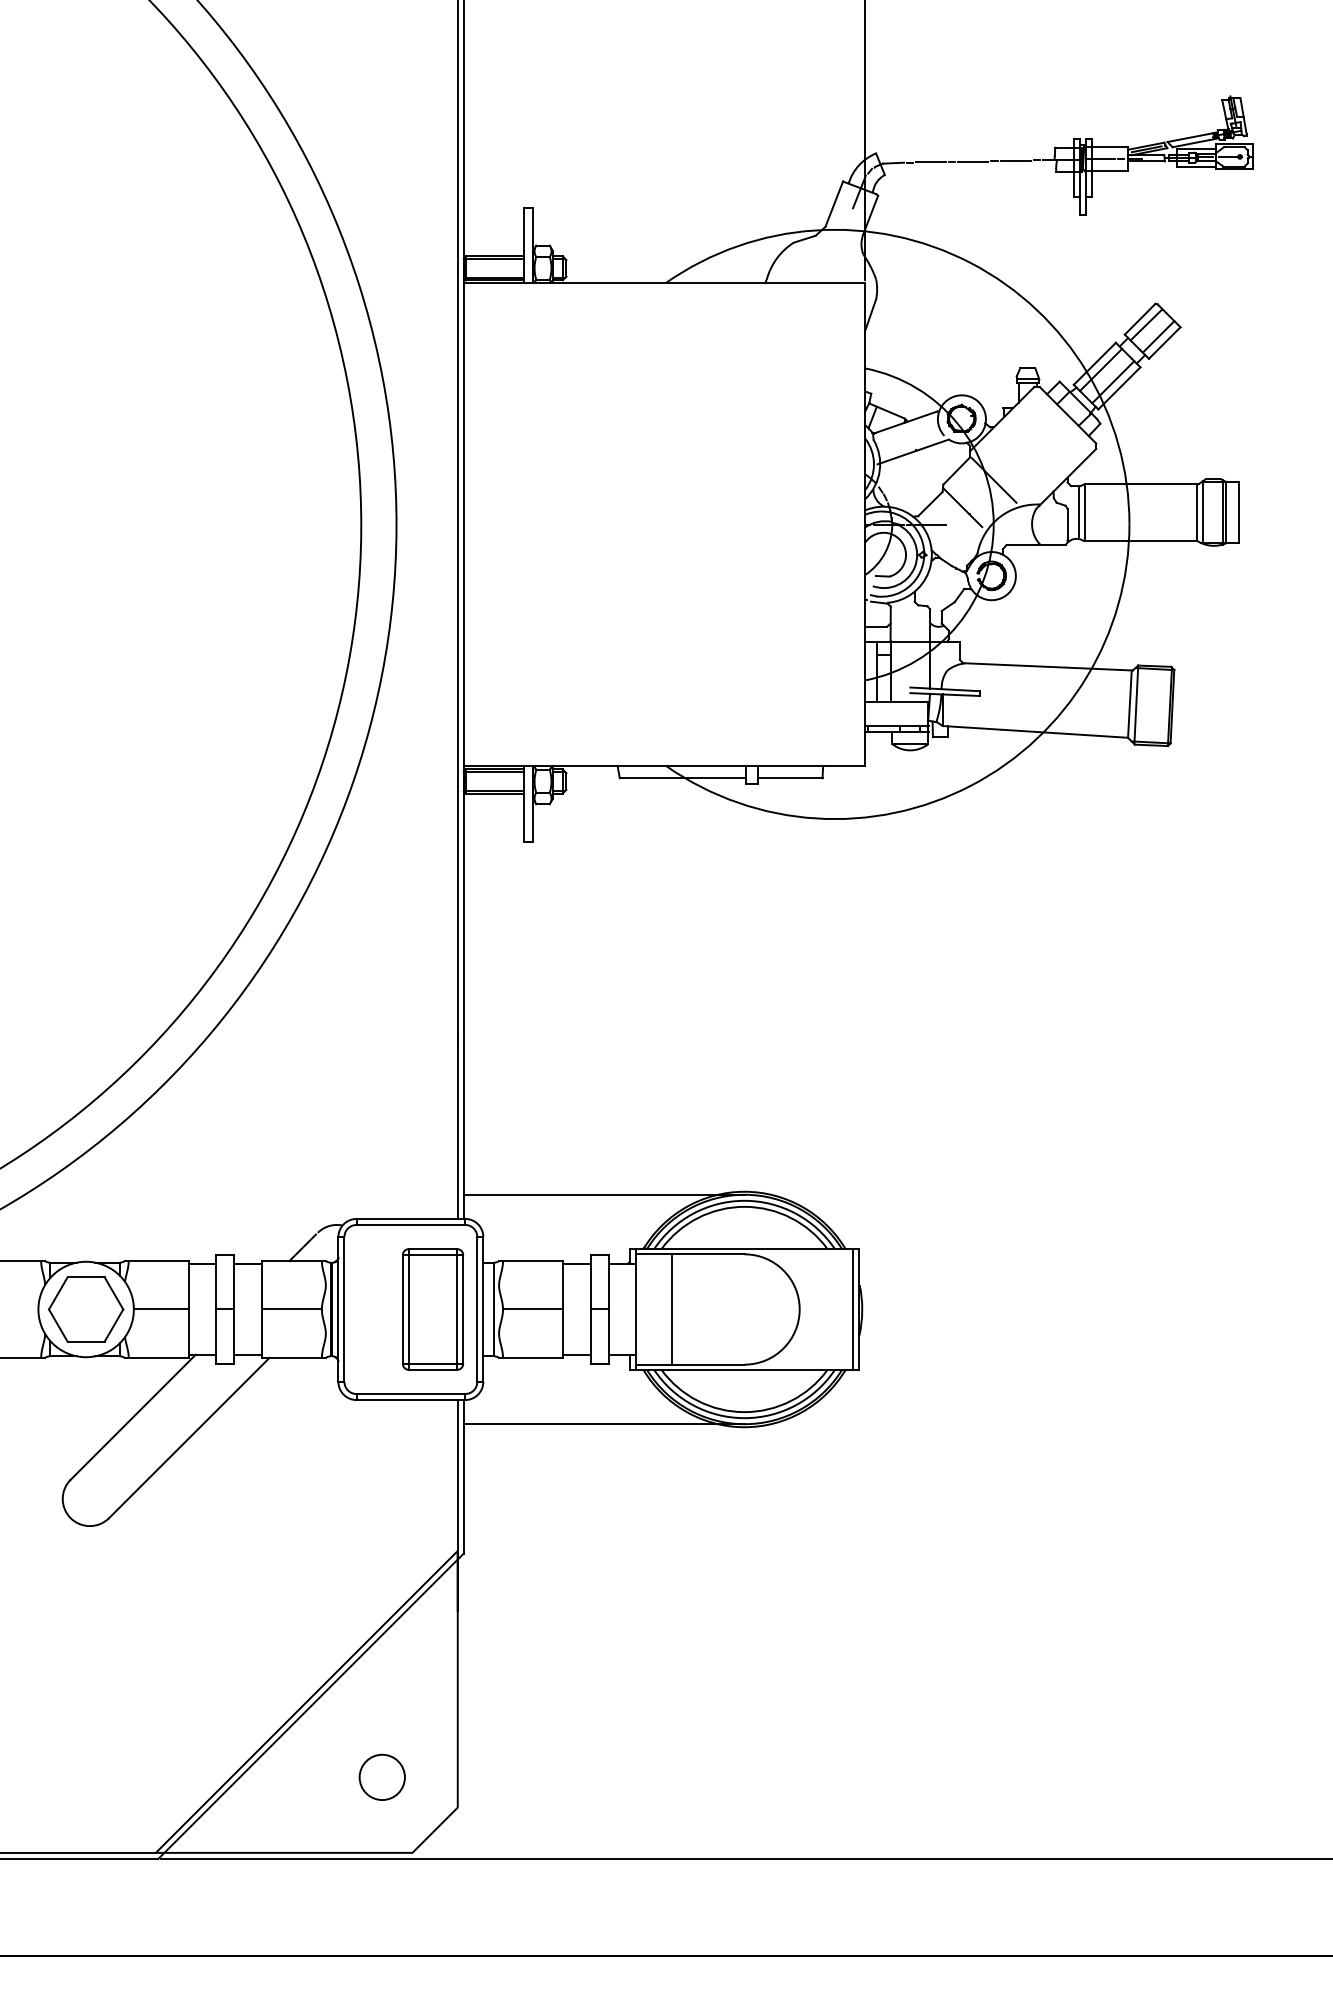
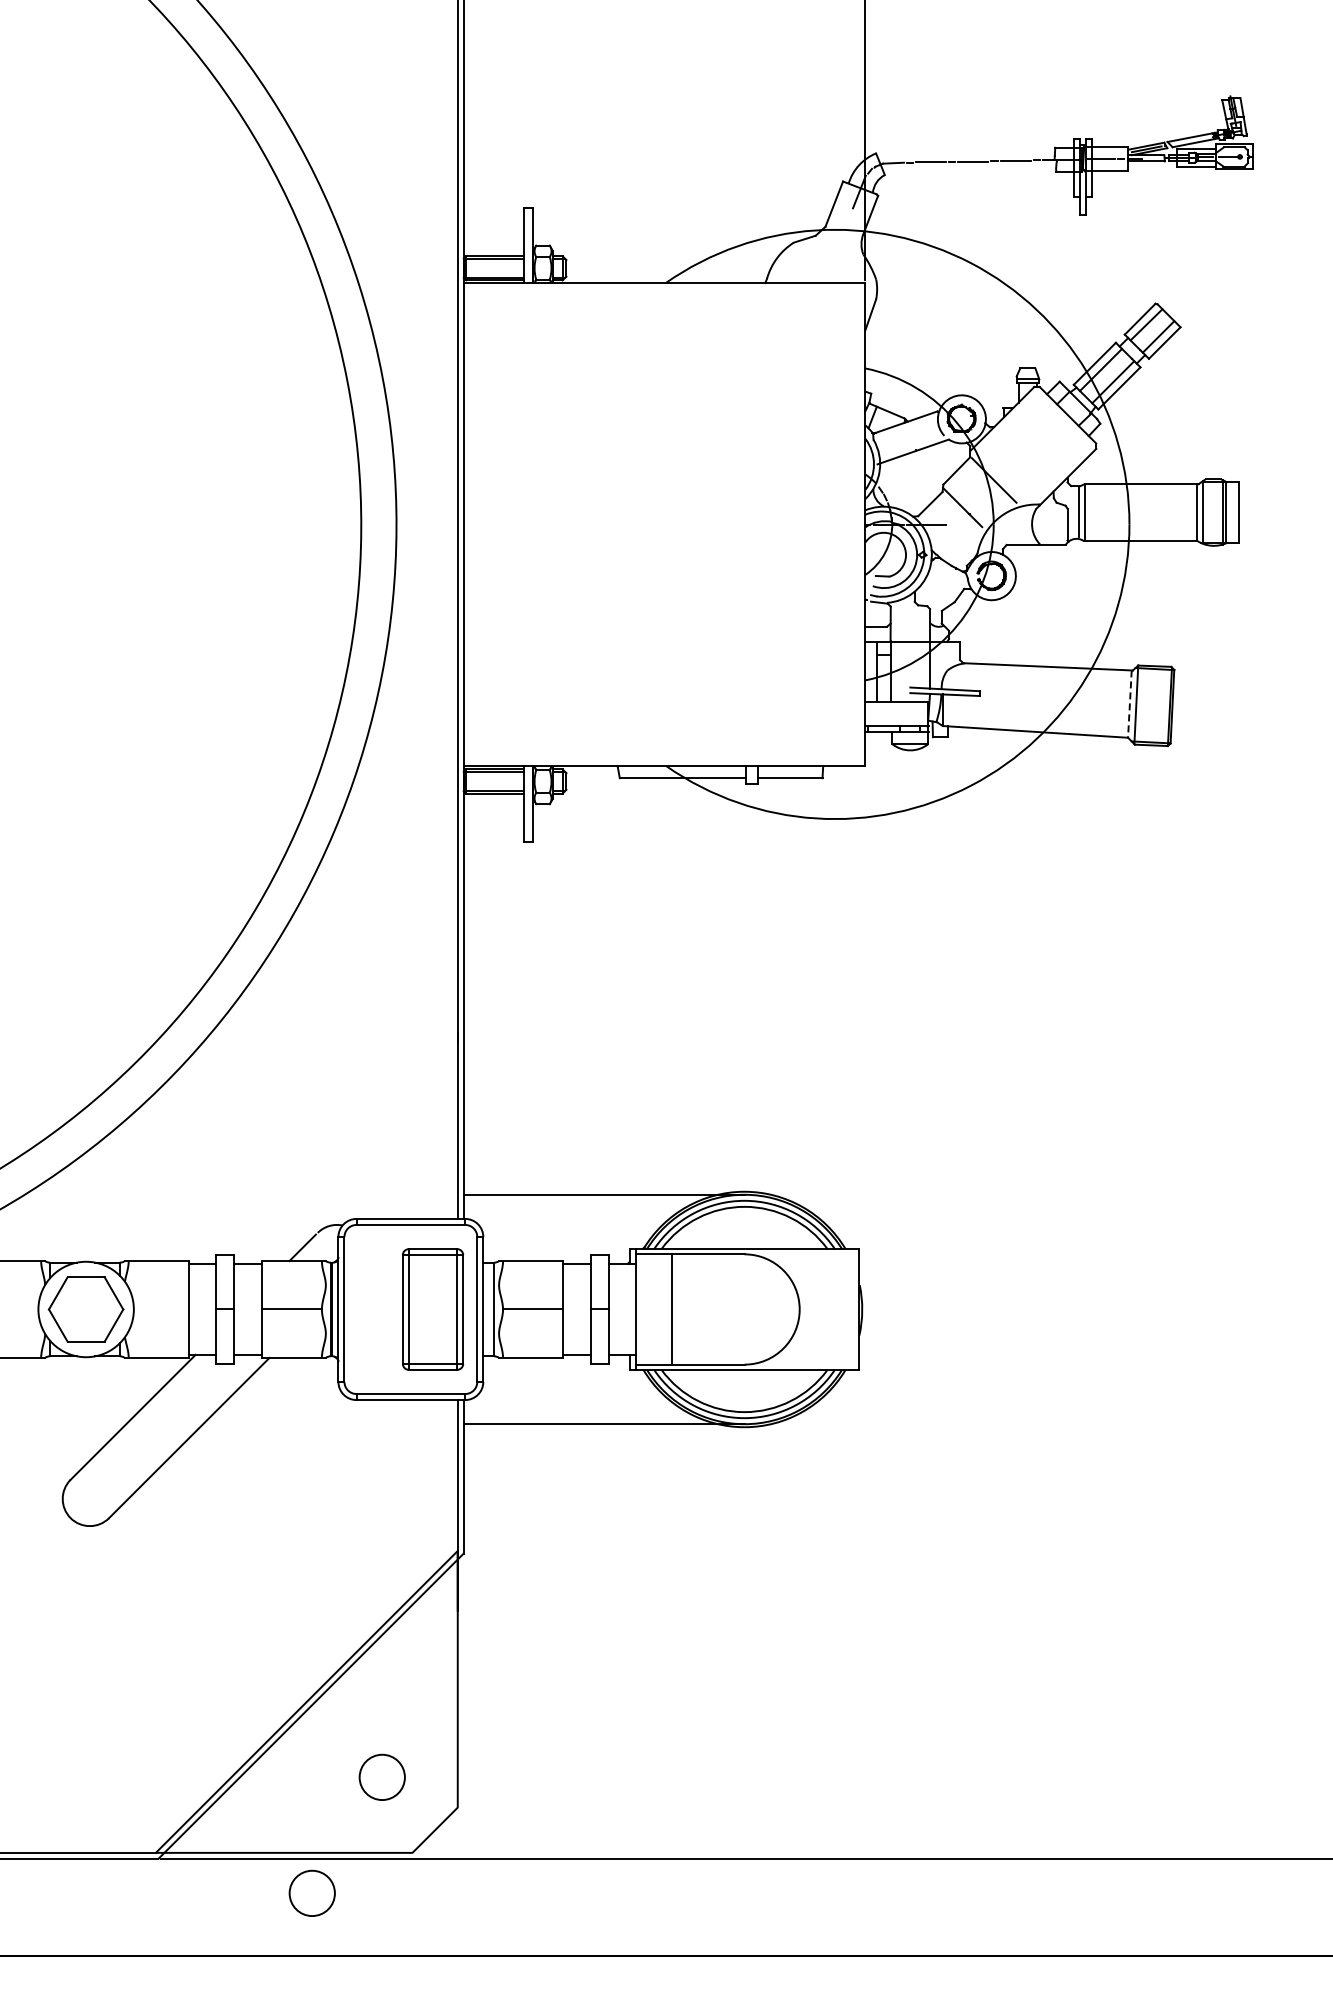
line at (1129, 704): solid -> dashed
line at (161, 1309): present -> none
line at (853, 1309): present -> none
circle at (311, 1892): none -> present
